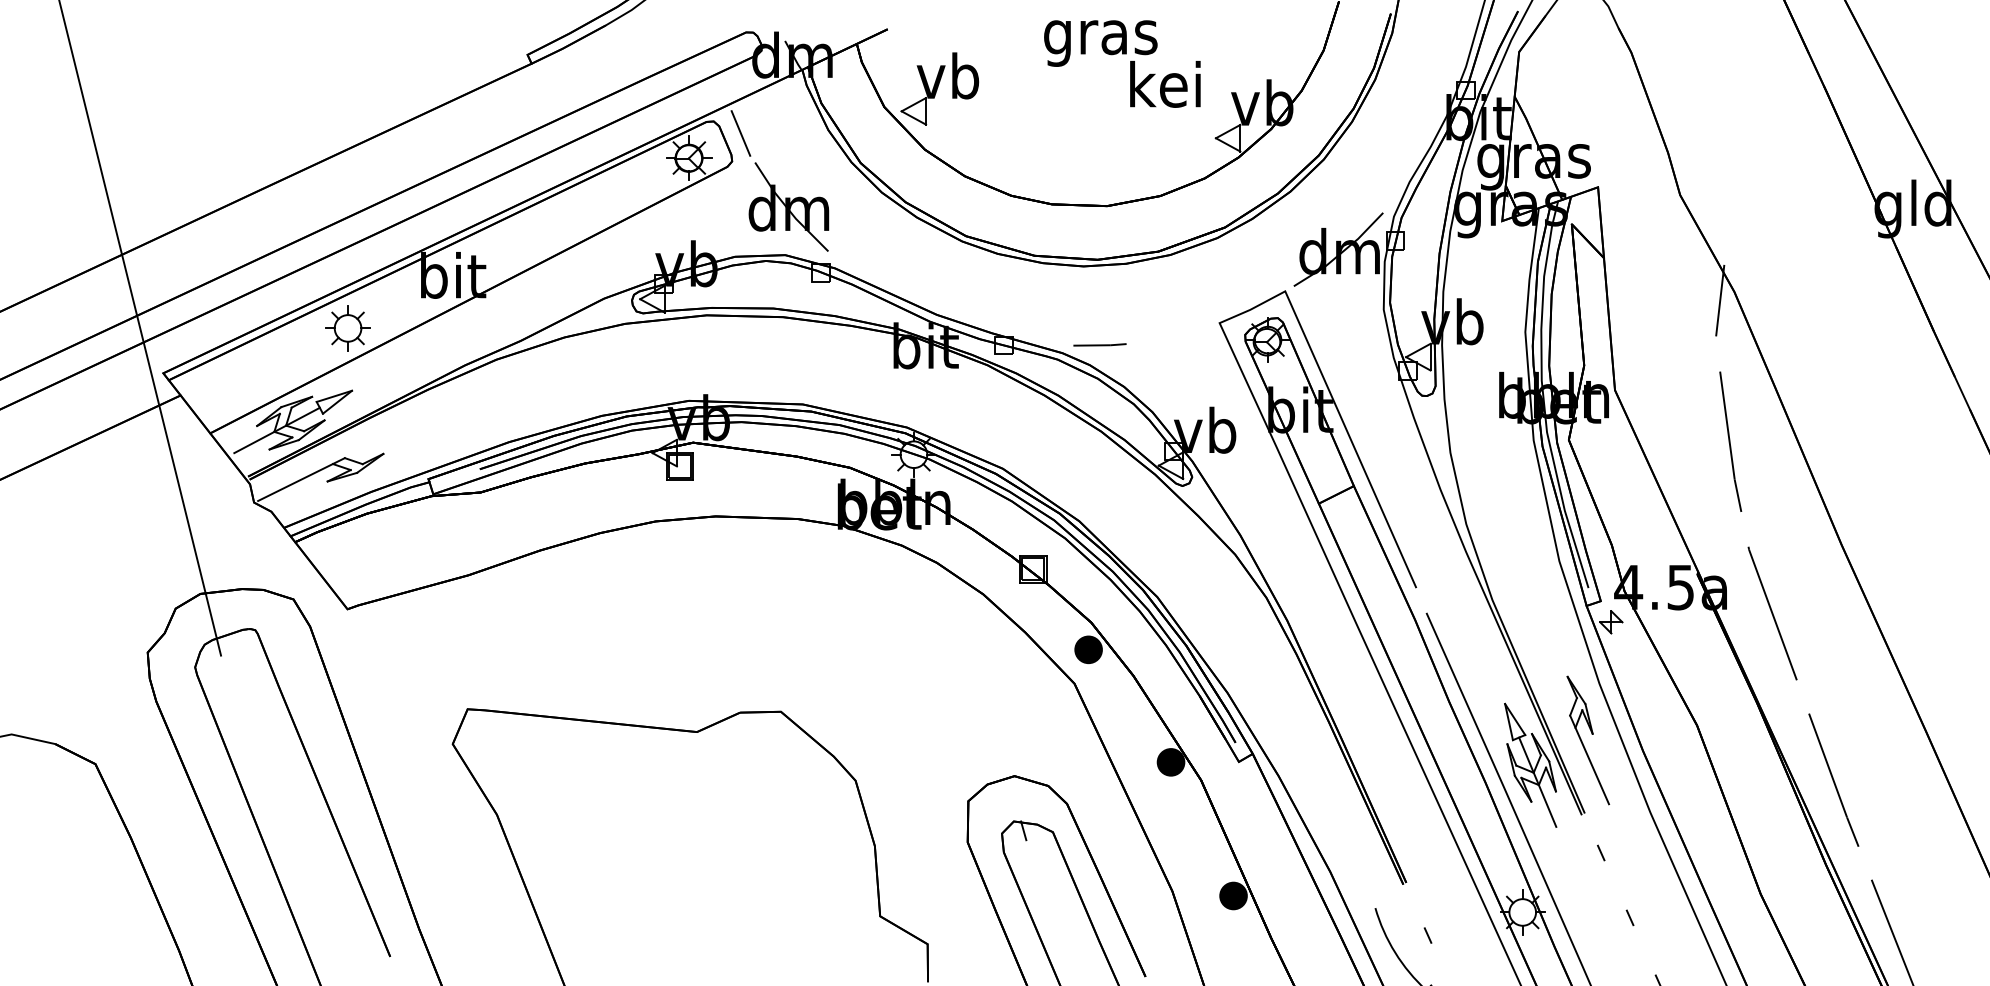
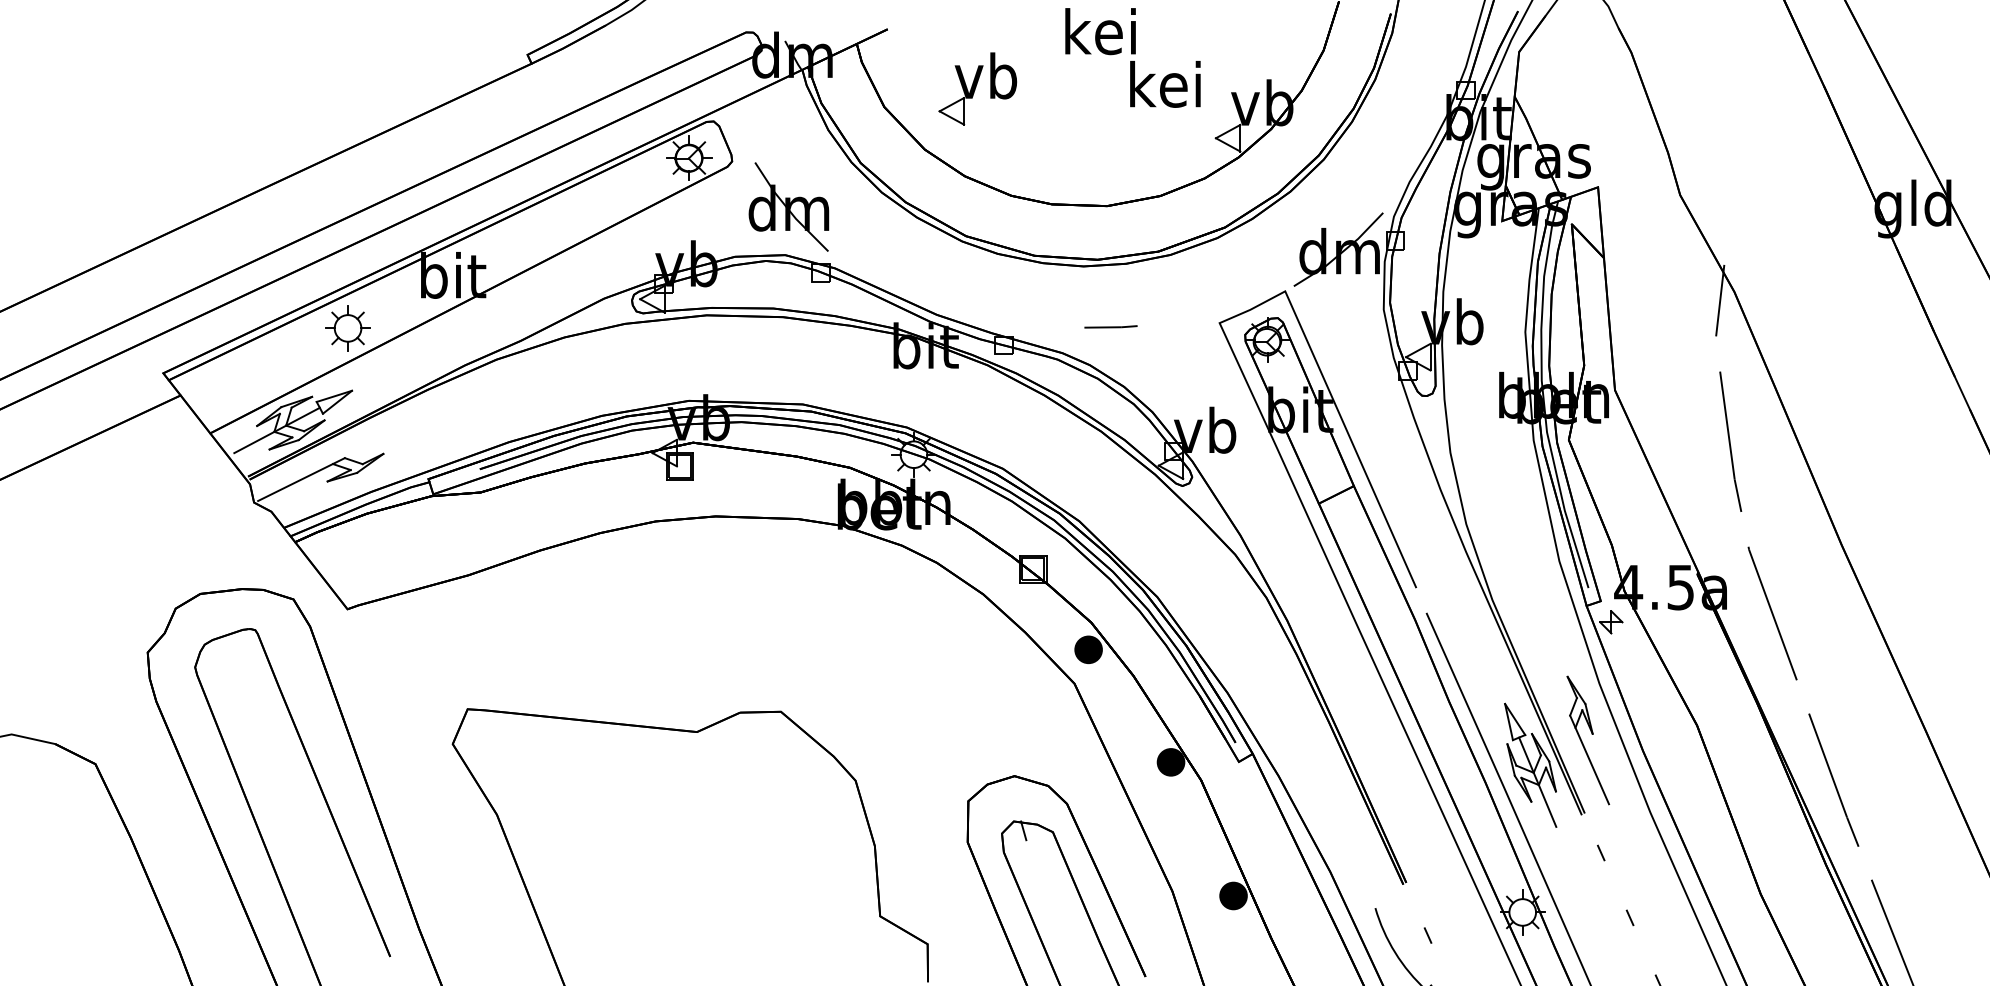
text at (1100, 37): gras -> kei
part at (939, 88) position: (939, 88) -> (977, 88)
line at (740, 133): present -> none
line at (140, 328): present -> none
line at (1099, 344) position: (1099, 344) -> (1110, 326)
